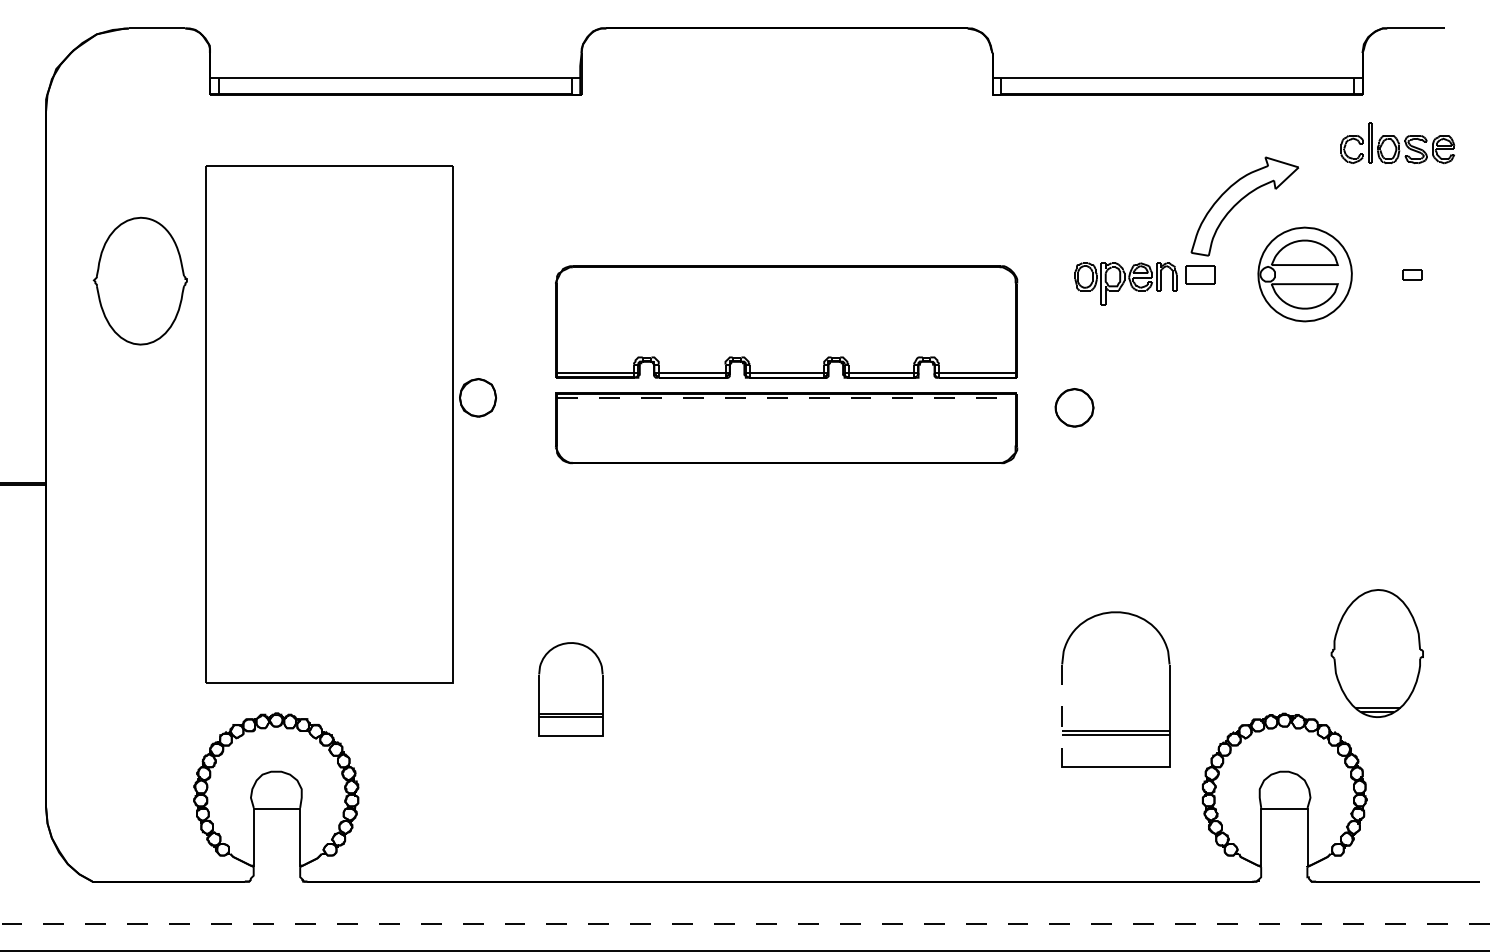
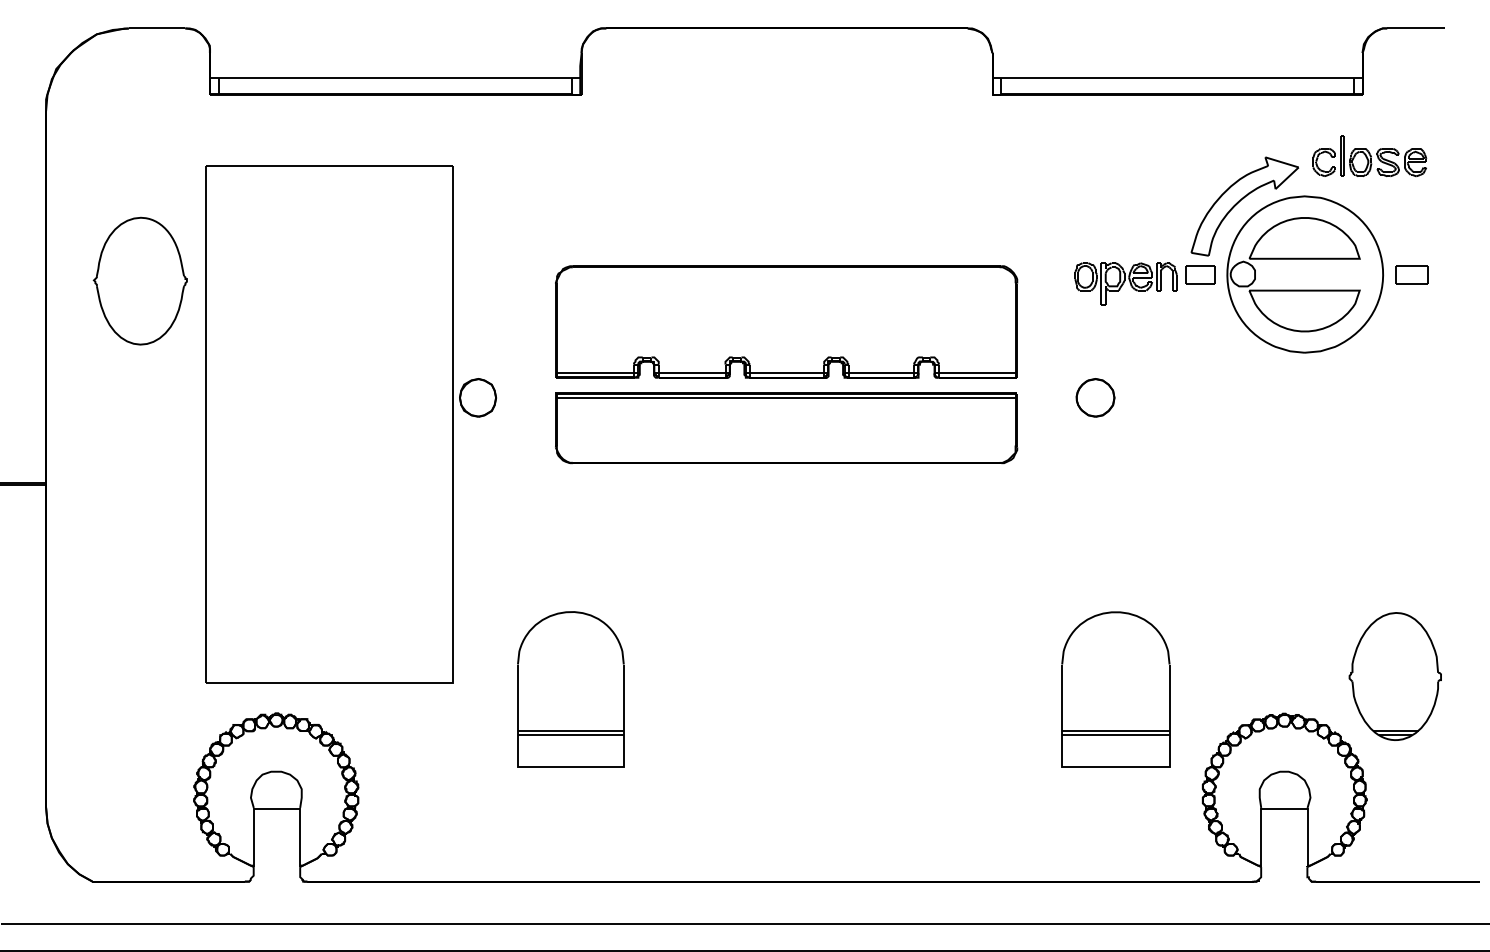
part at (1397, 143) position: (1397, 143) -> (1369, 156)
part at (1304, 274) size: 96x97 px -> 158x159 px
part at (1412, 274) size: 21x12 px -> 34x20 px
line at (786, 398): dashed -> solid
part at (1074, 407) position: (1074, 407) -> (1095, 397)
part at (1376, 653) position: (1376, 653) -> (1394, 676)
part at (570, 689) size: 66x95 px -> 108x157 px
line at (1062, 715): dashed -> solid
line at (744, 923): dashed -> solid
